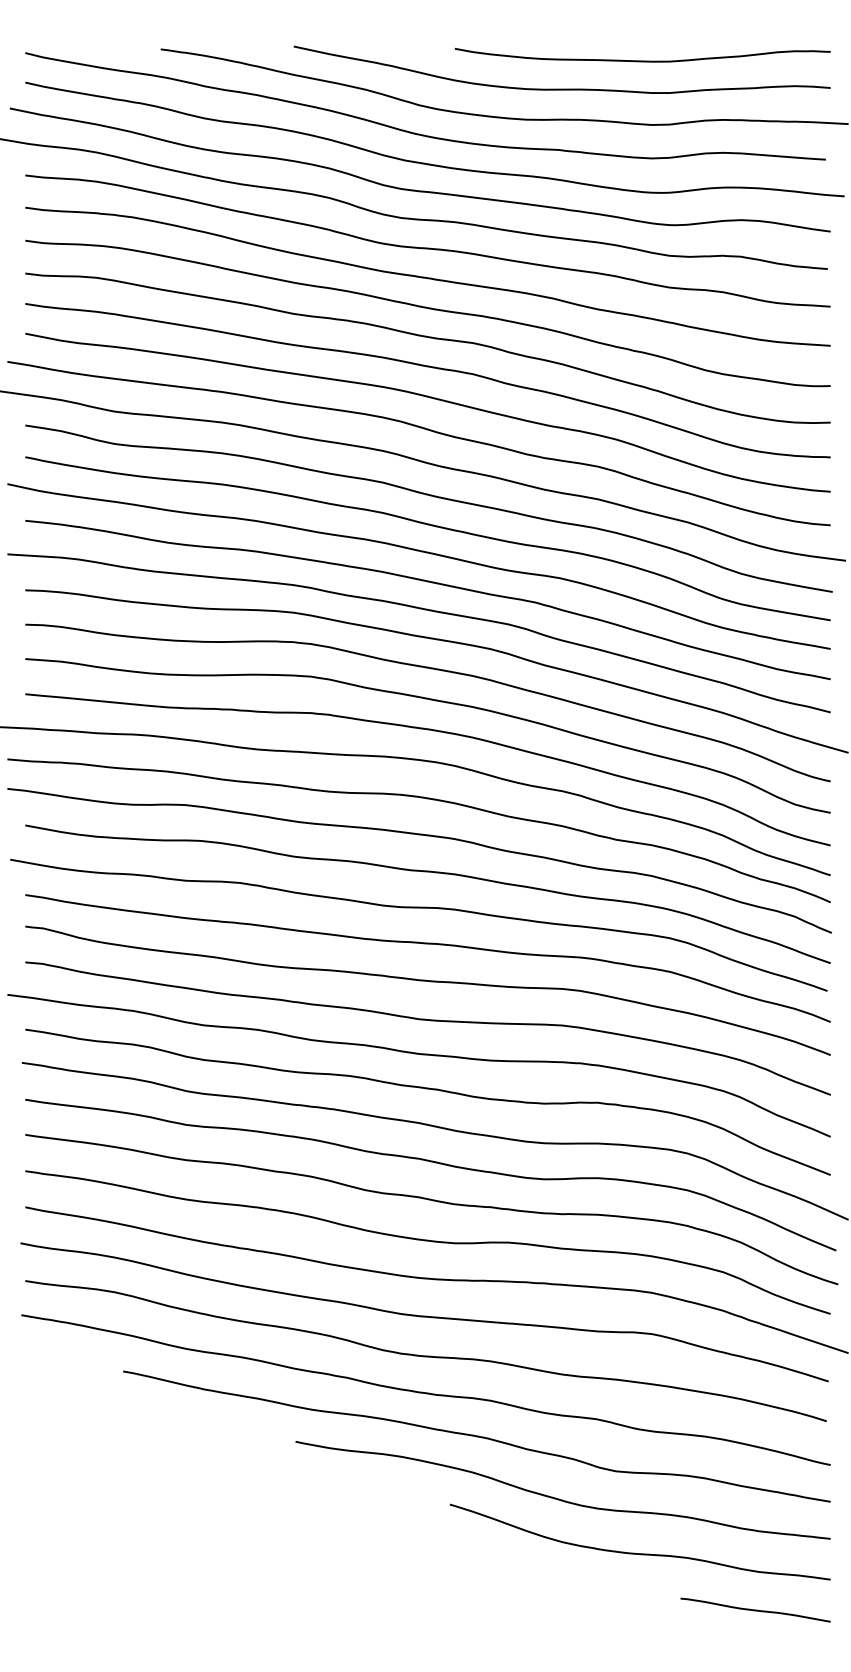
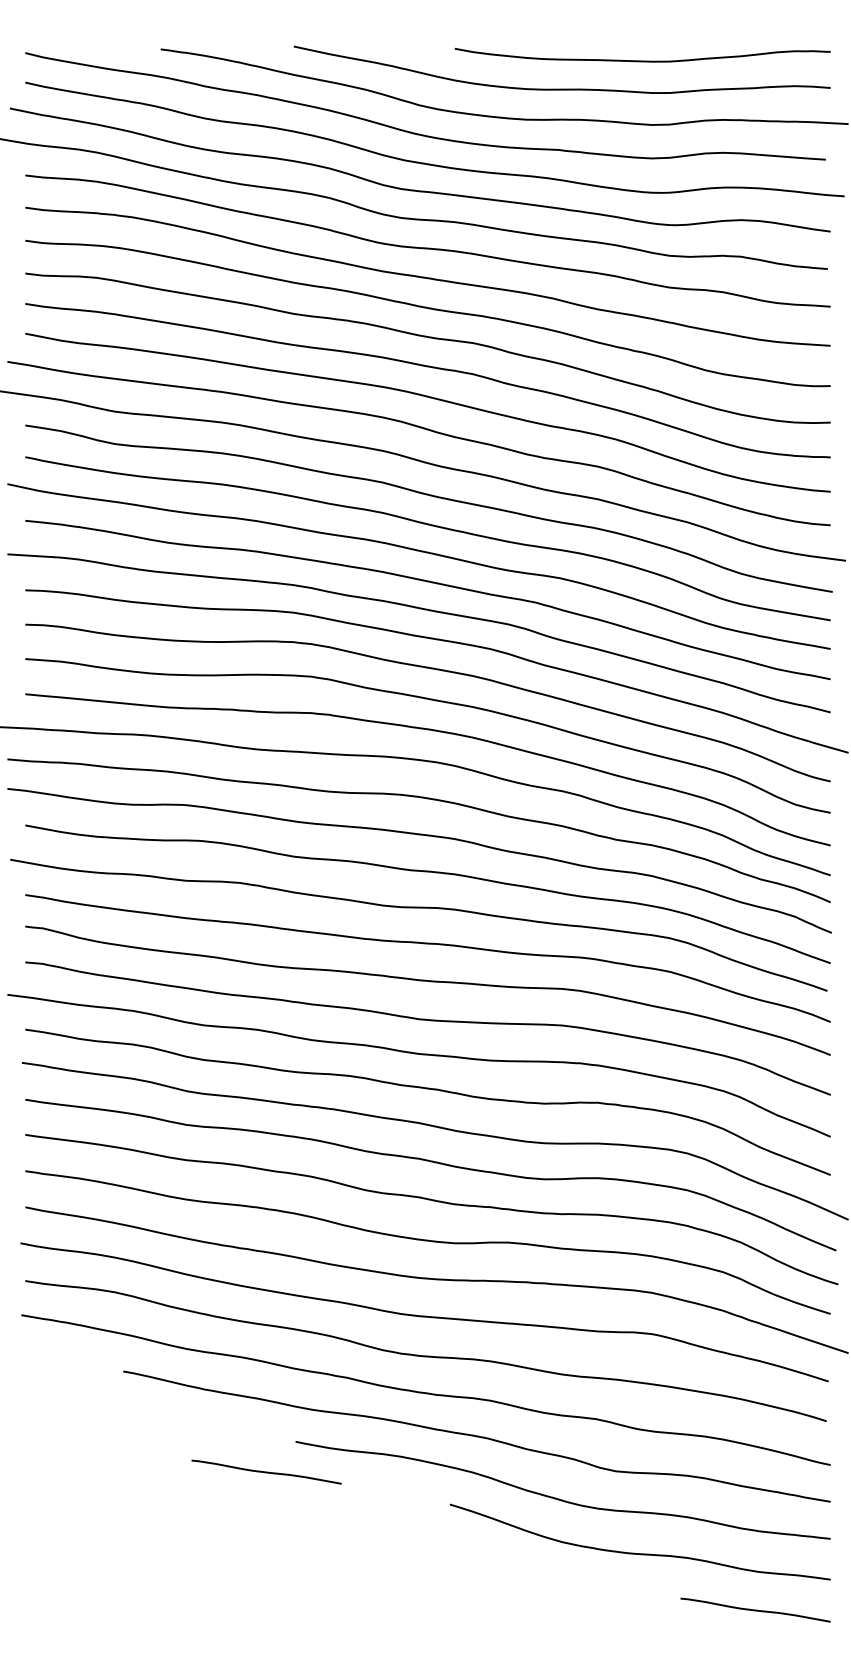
curve at (266, 1471): none -> present
